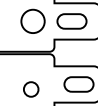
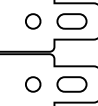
circle at (32, 20) size: 26x26 px -> 17x17 px
part at (78, 84) position: (78, 84) -> (71, 84)
circle at (31, 89) position: (31, 89) -> (33, 84)
